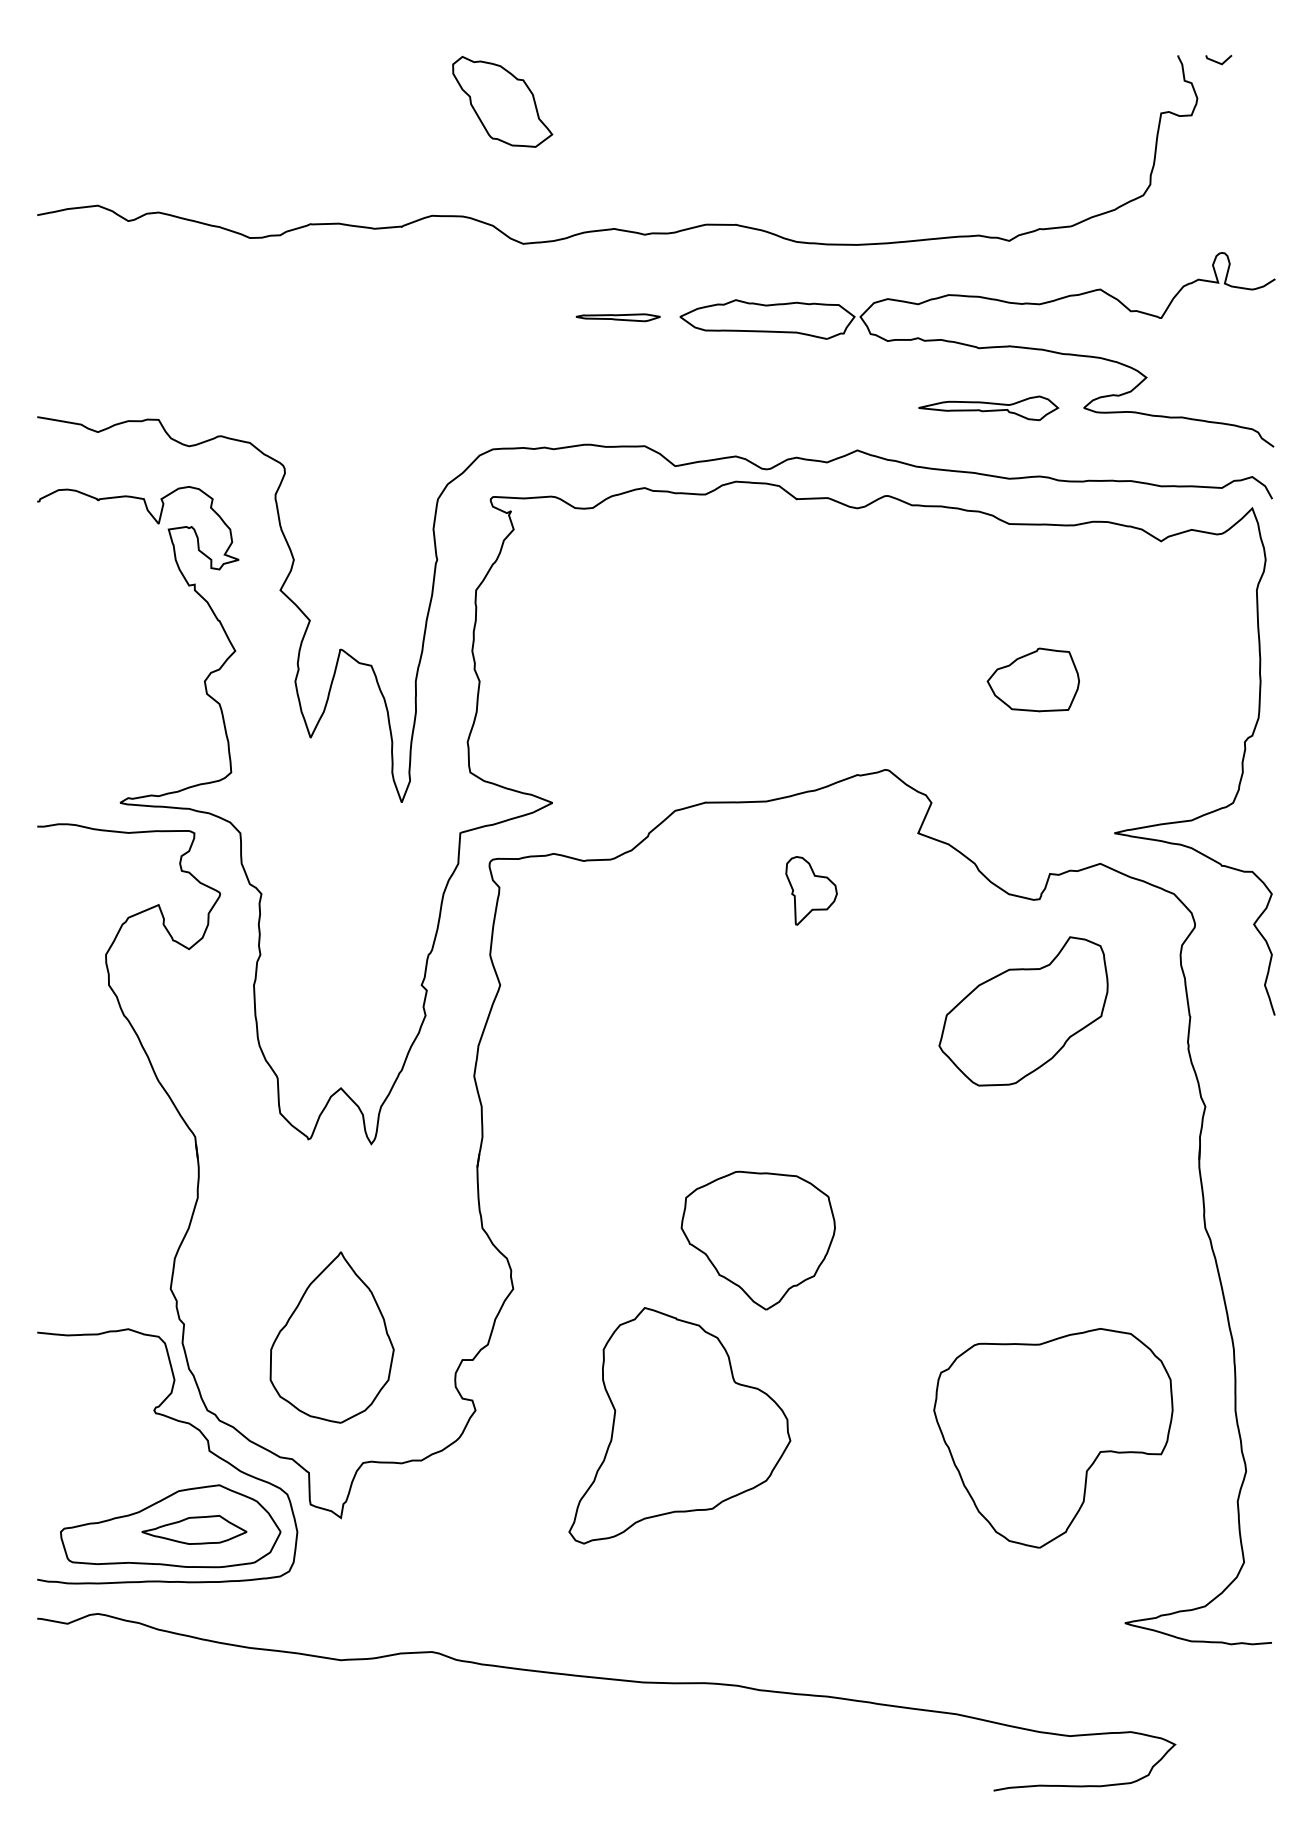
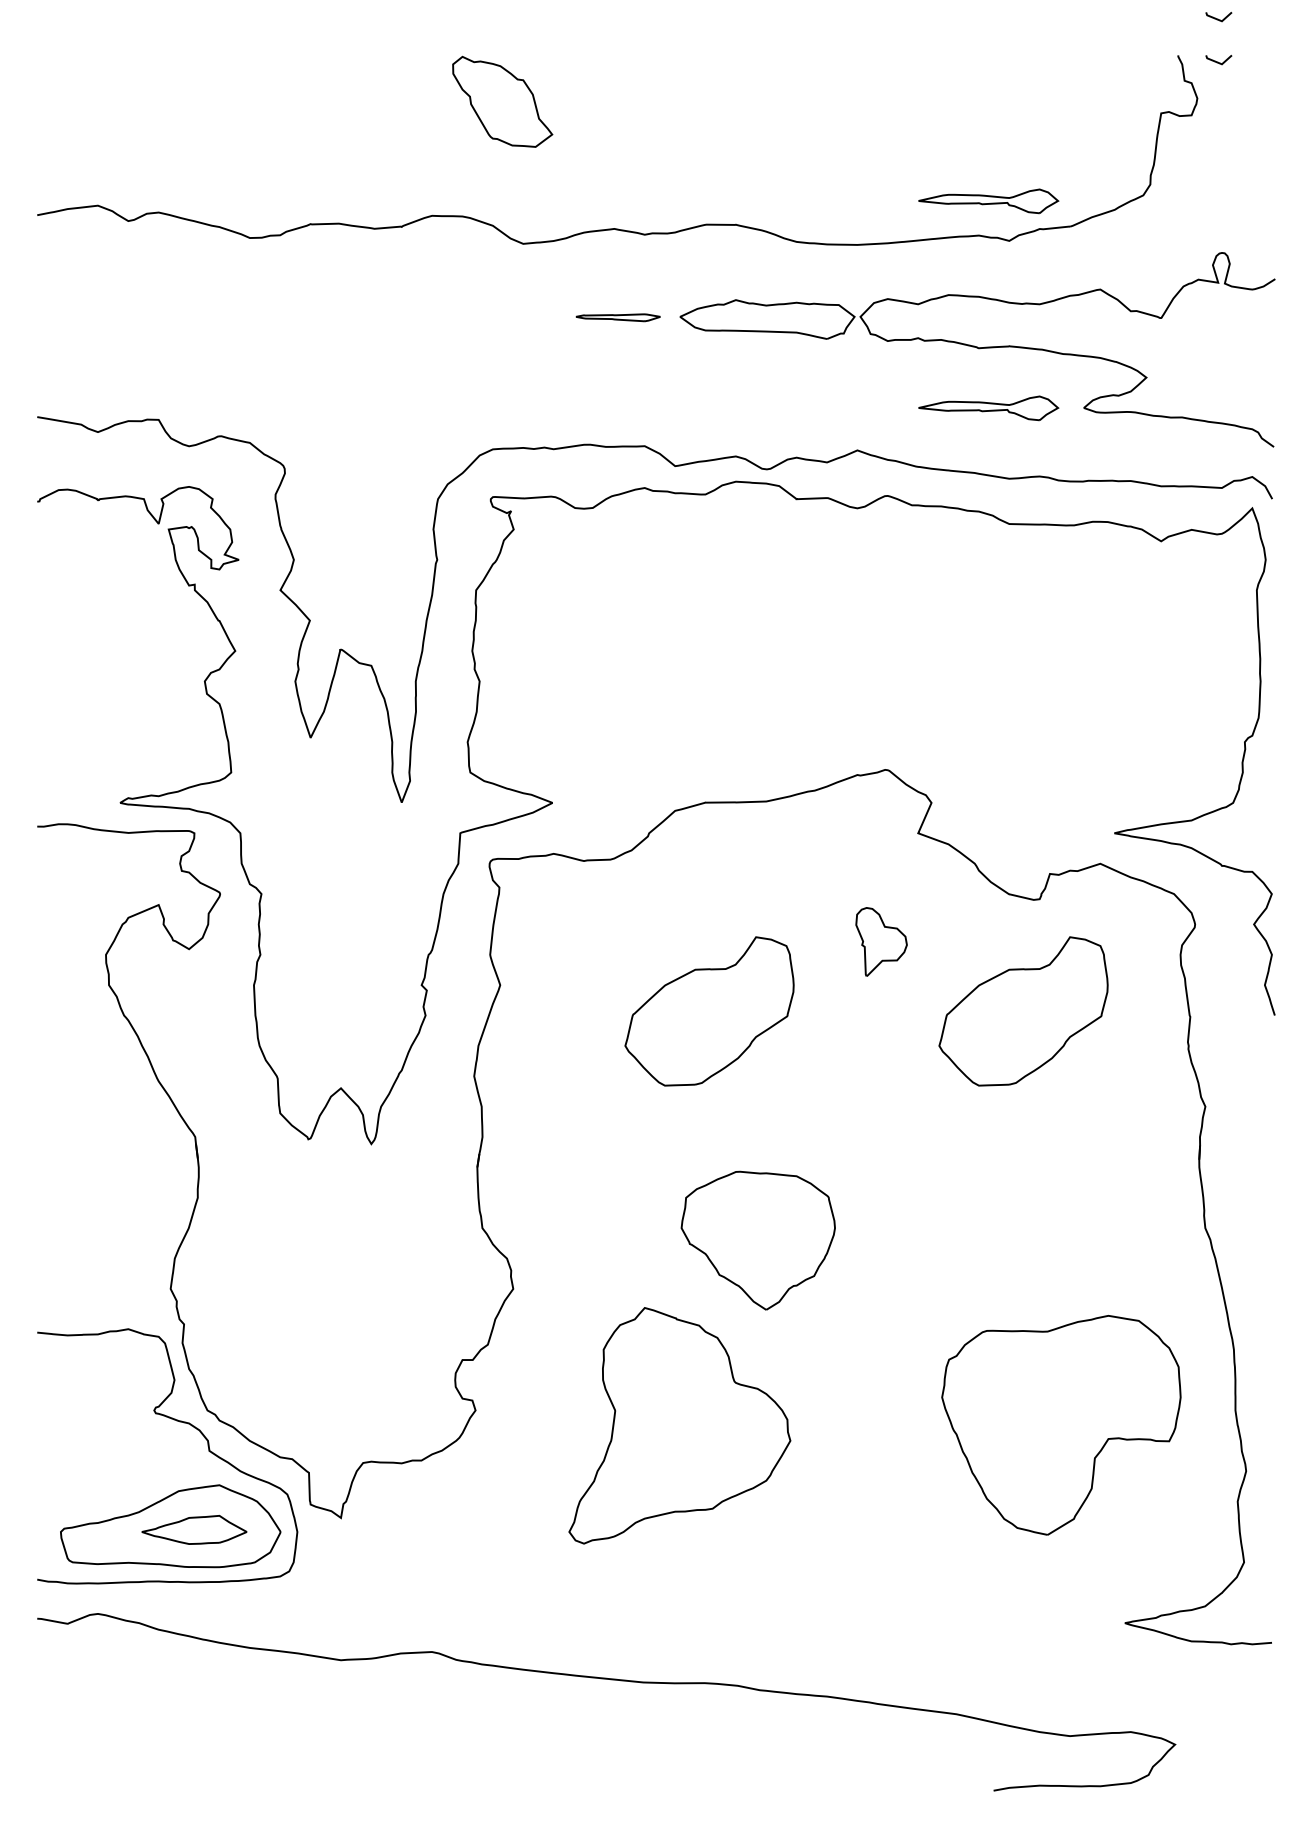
line at (1218, 18): none -> present
part at (988, 201): none -> present
part at (1032, 679): present -> none
part at (811, 890) position: (811, 890) -> (881, 941)
part at (709, 1011): none -> present
part at (331, 1337): present -> none
part at (1053, 1438) position: (1053, 1438) -> (1061, 1425)
